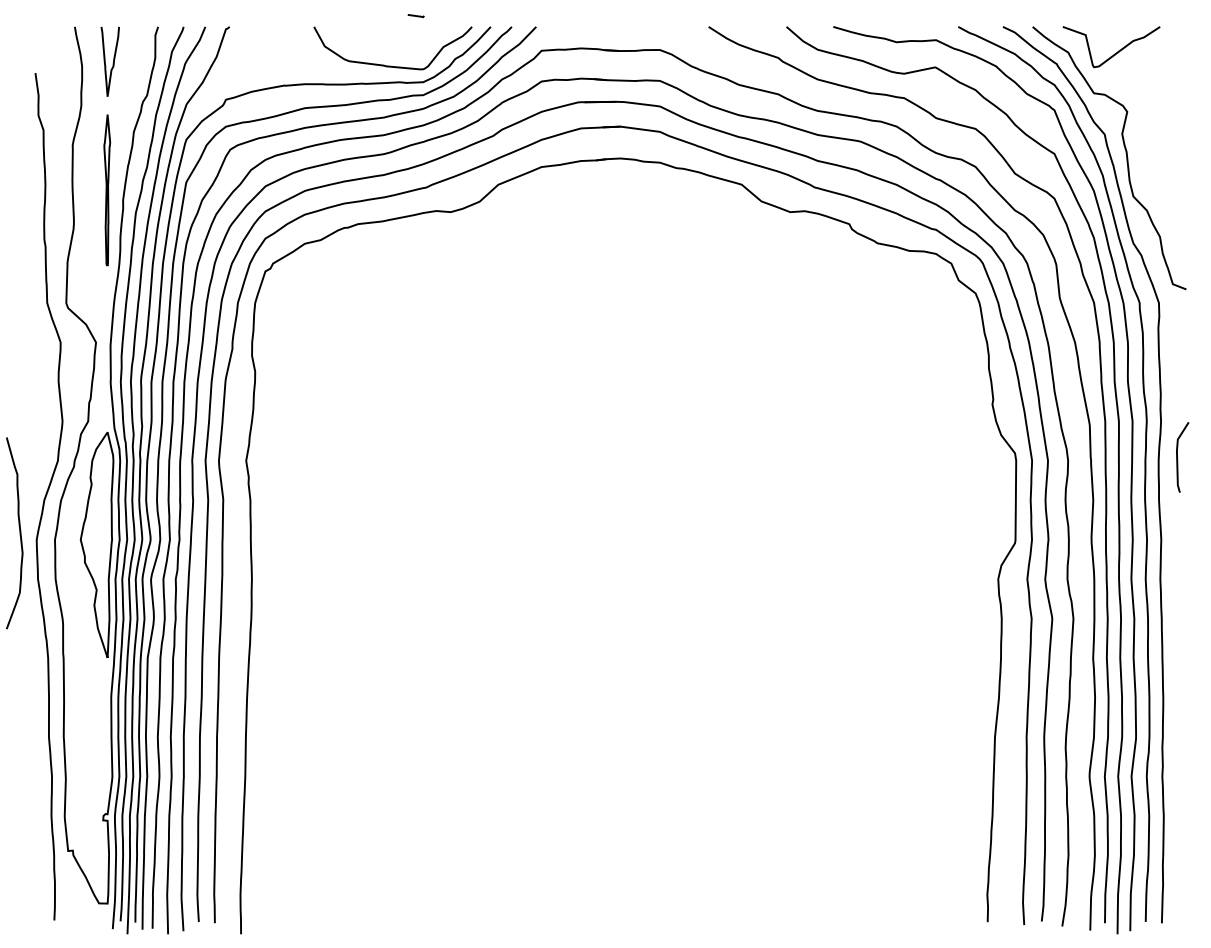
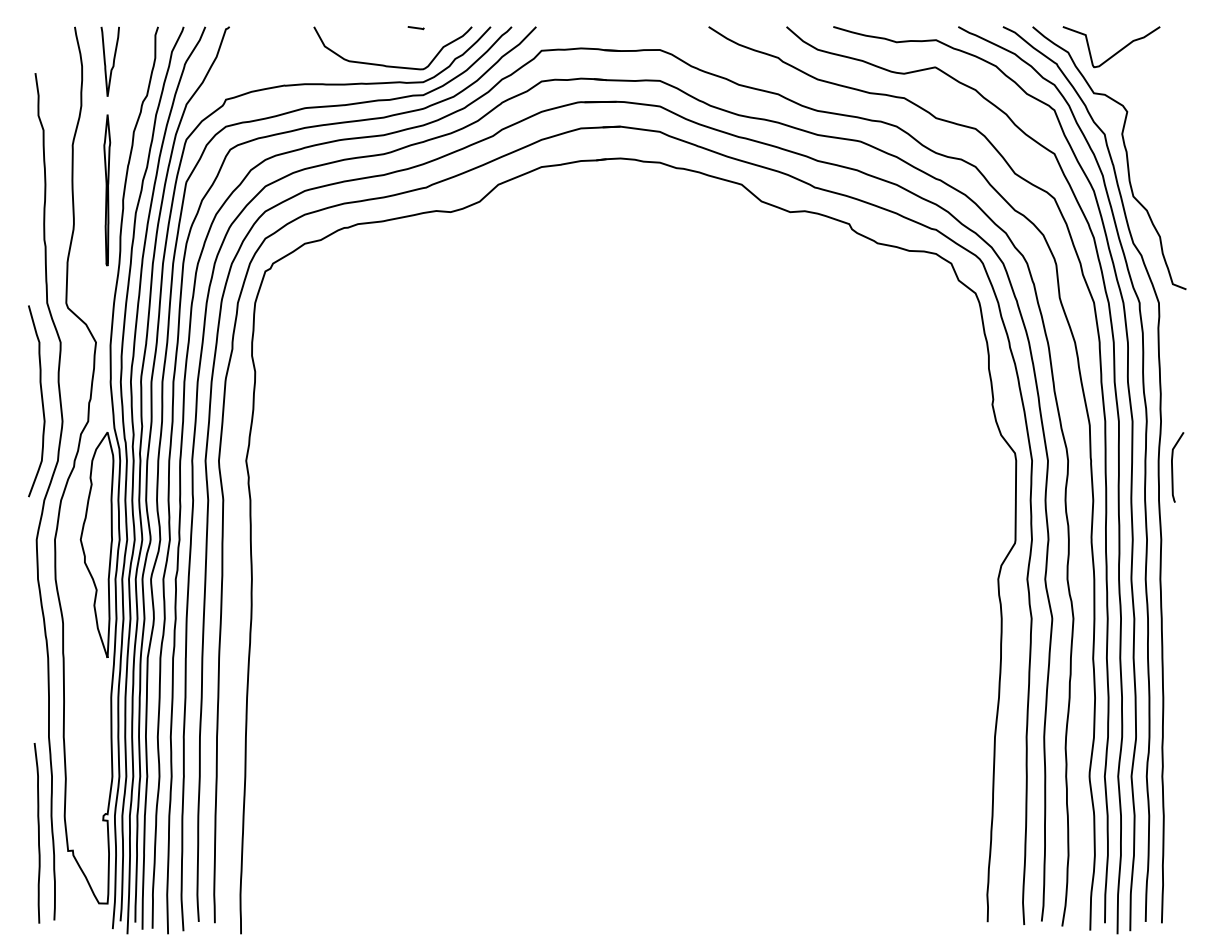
line at (415, 16) position: (415, 16) -> (415, 28)
curve at (1178, 459) position: (1178, 459) -> (1173, 469)
curve at (19, 533) position: (19, 533) -> (41, 401)
curve at (38, 833): none -> present
